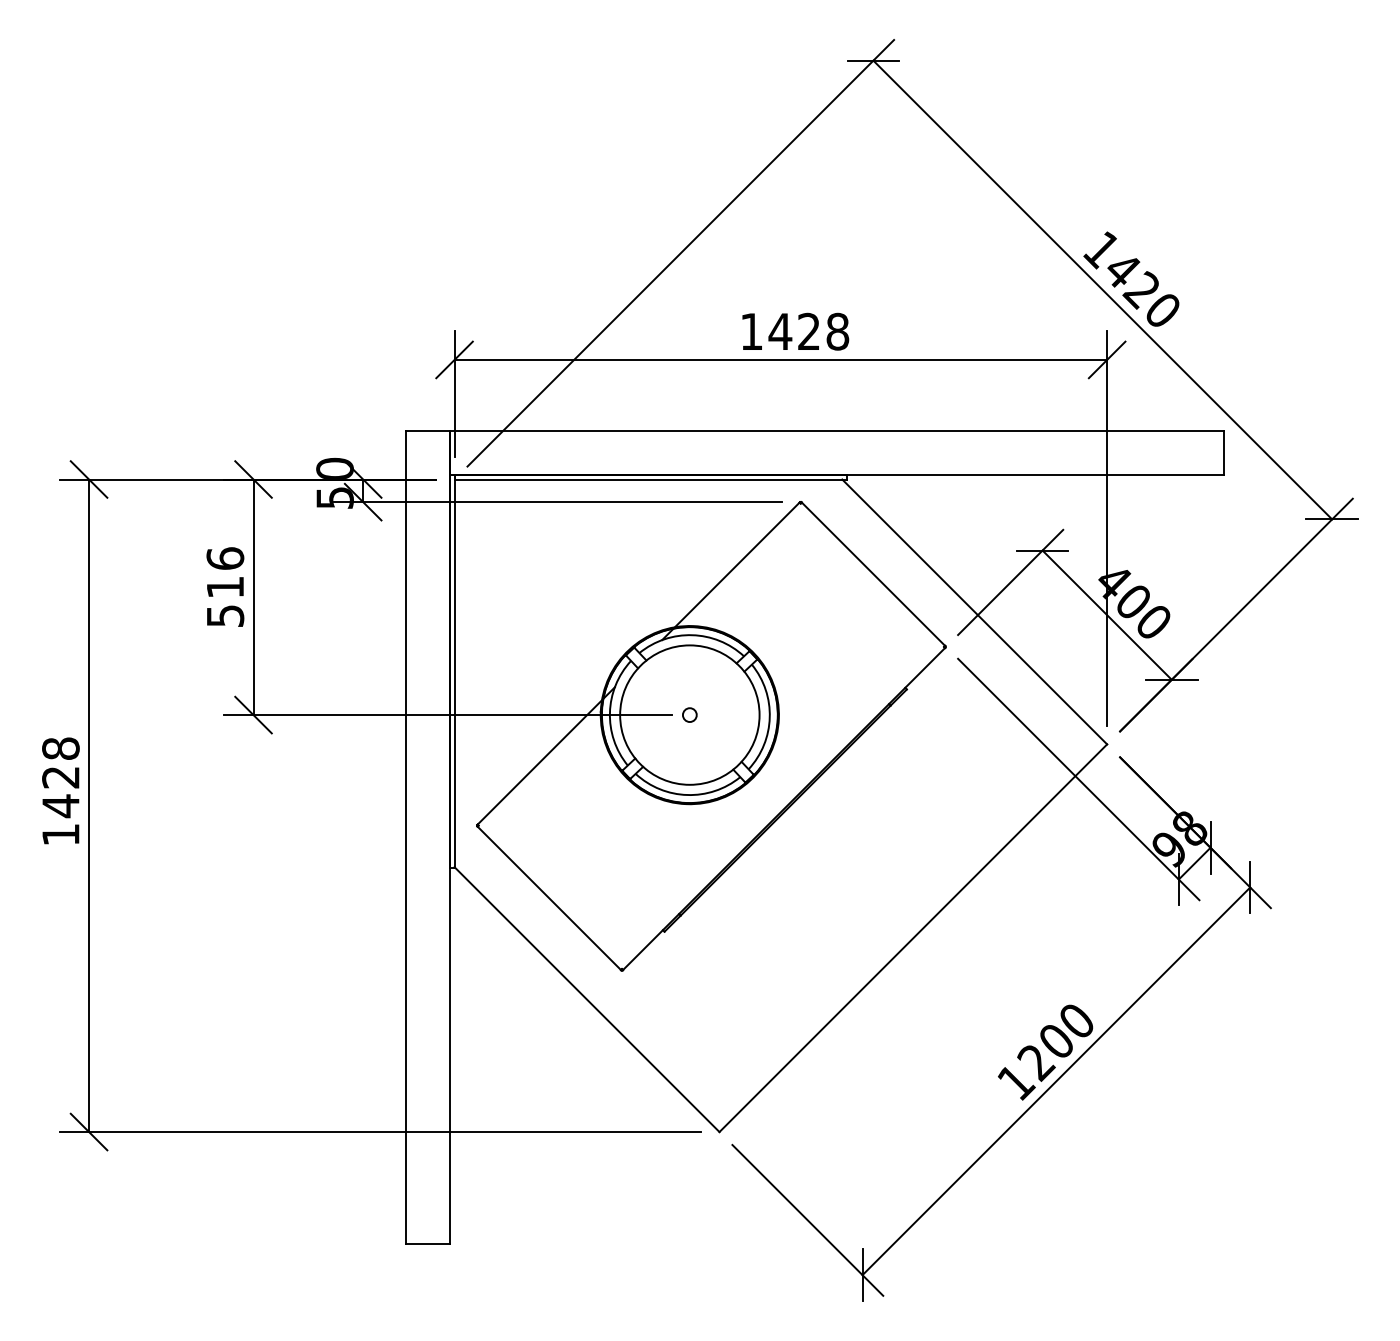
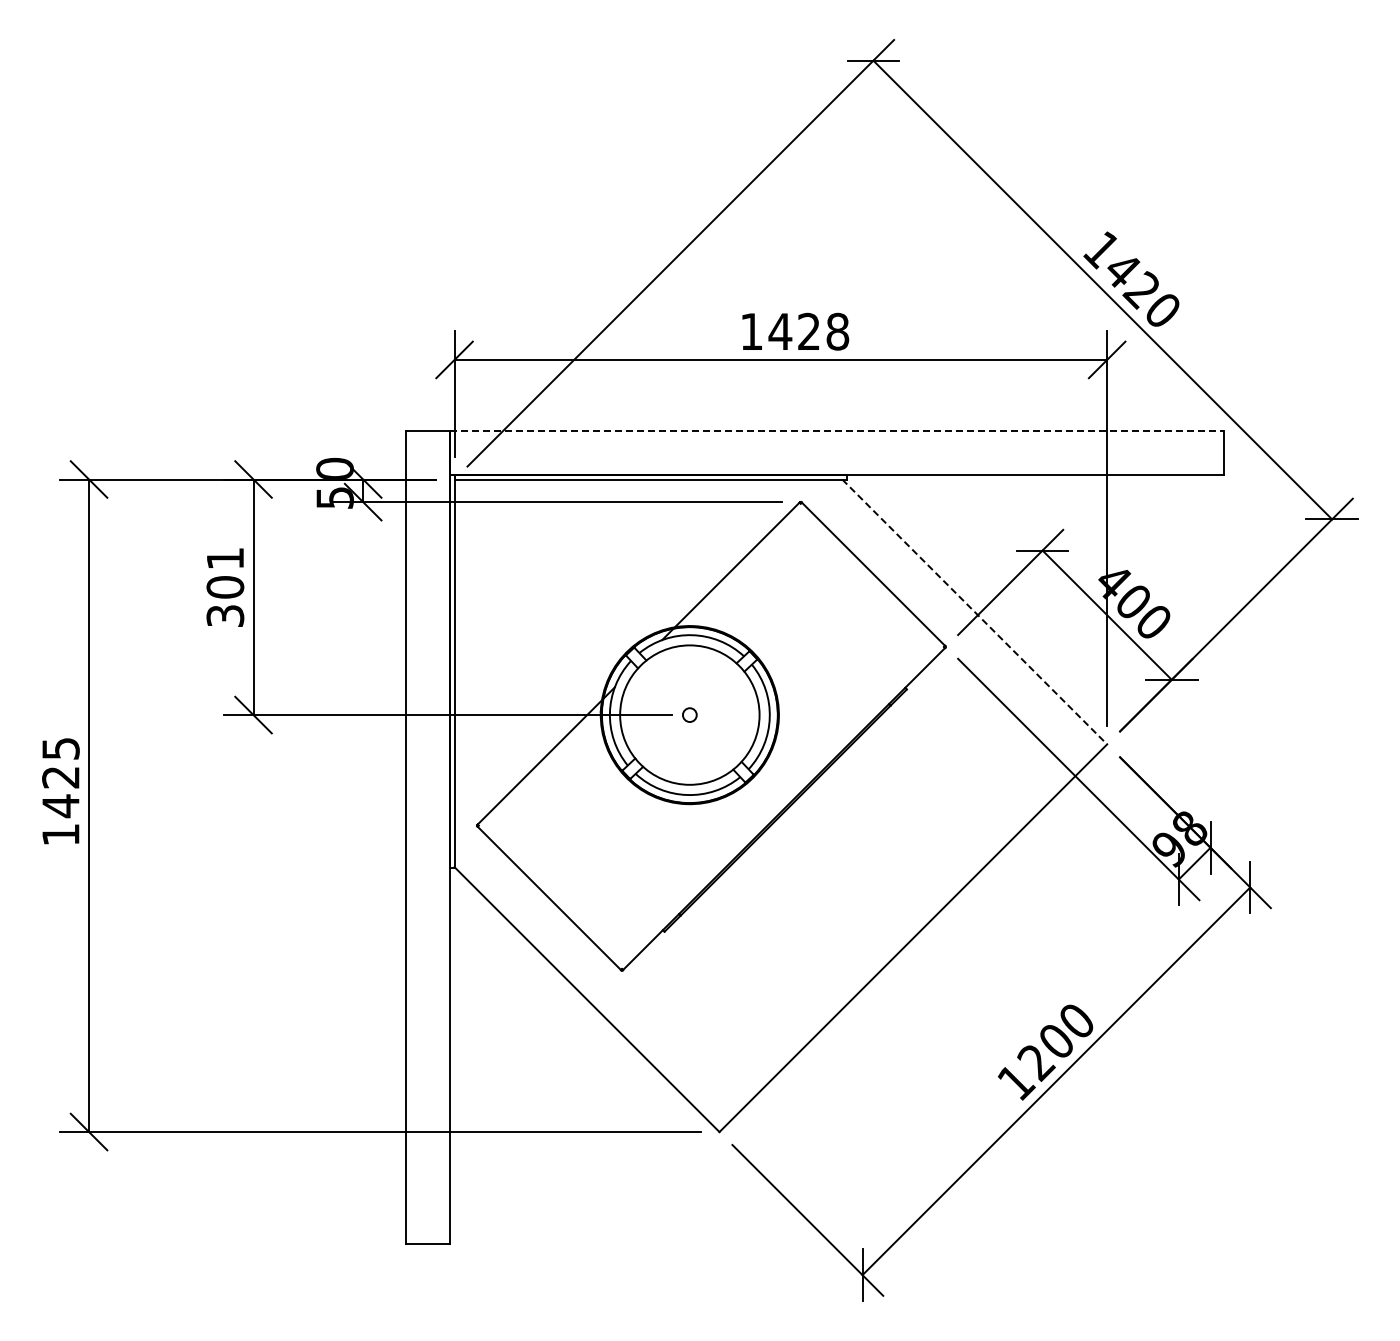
line at (836, 430): solid -> dashed
text at (225, 586): 516 -> 301
line at (975, 612): solid -> dashed
text at (60, 748): 1428 -> 1425
